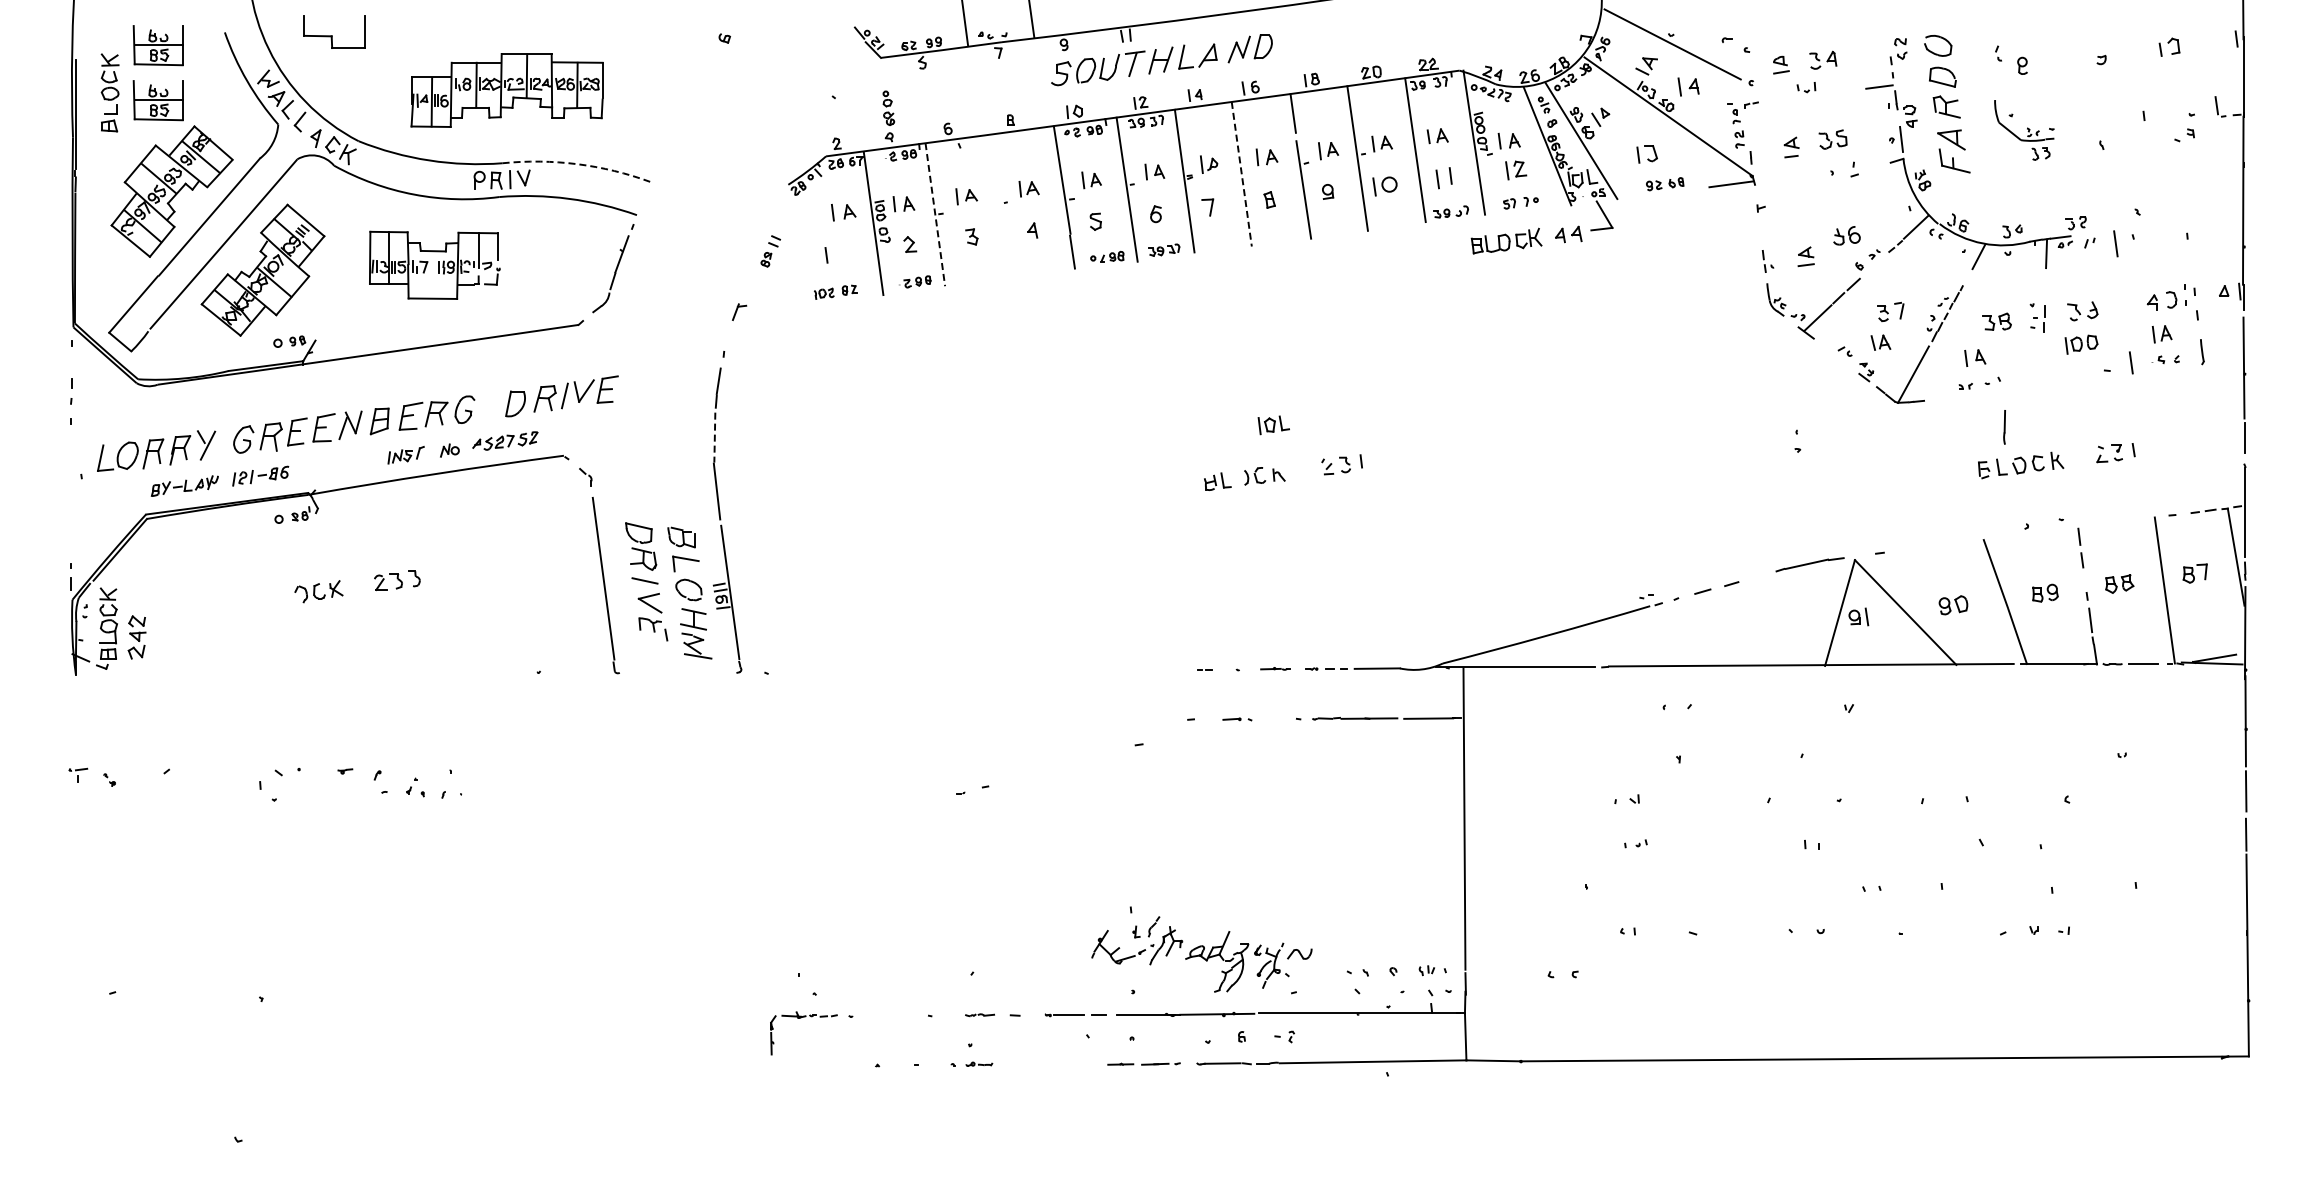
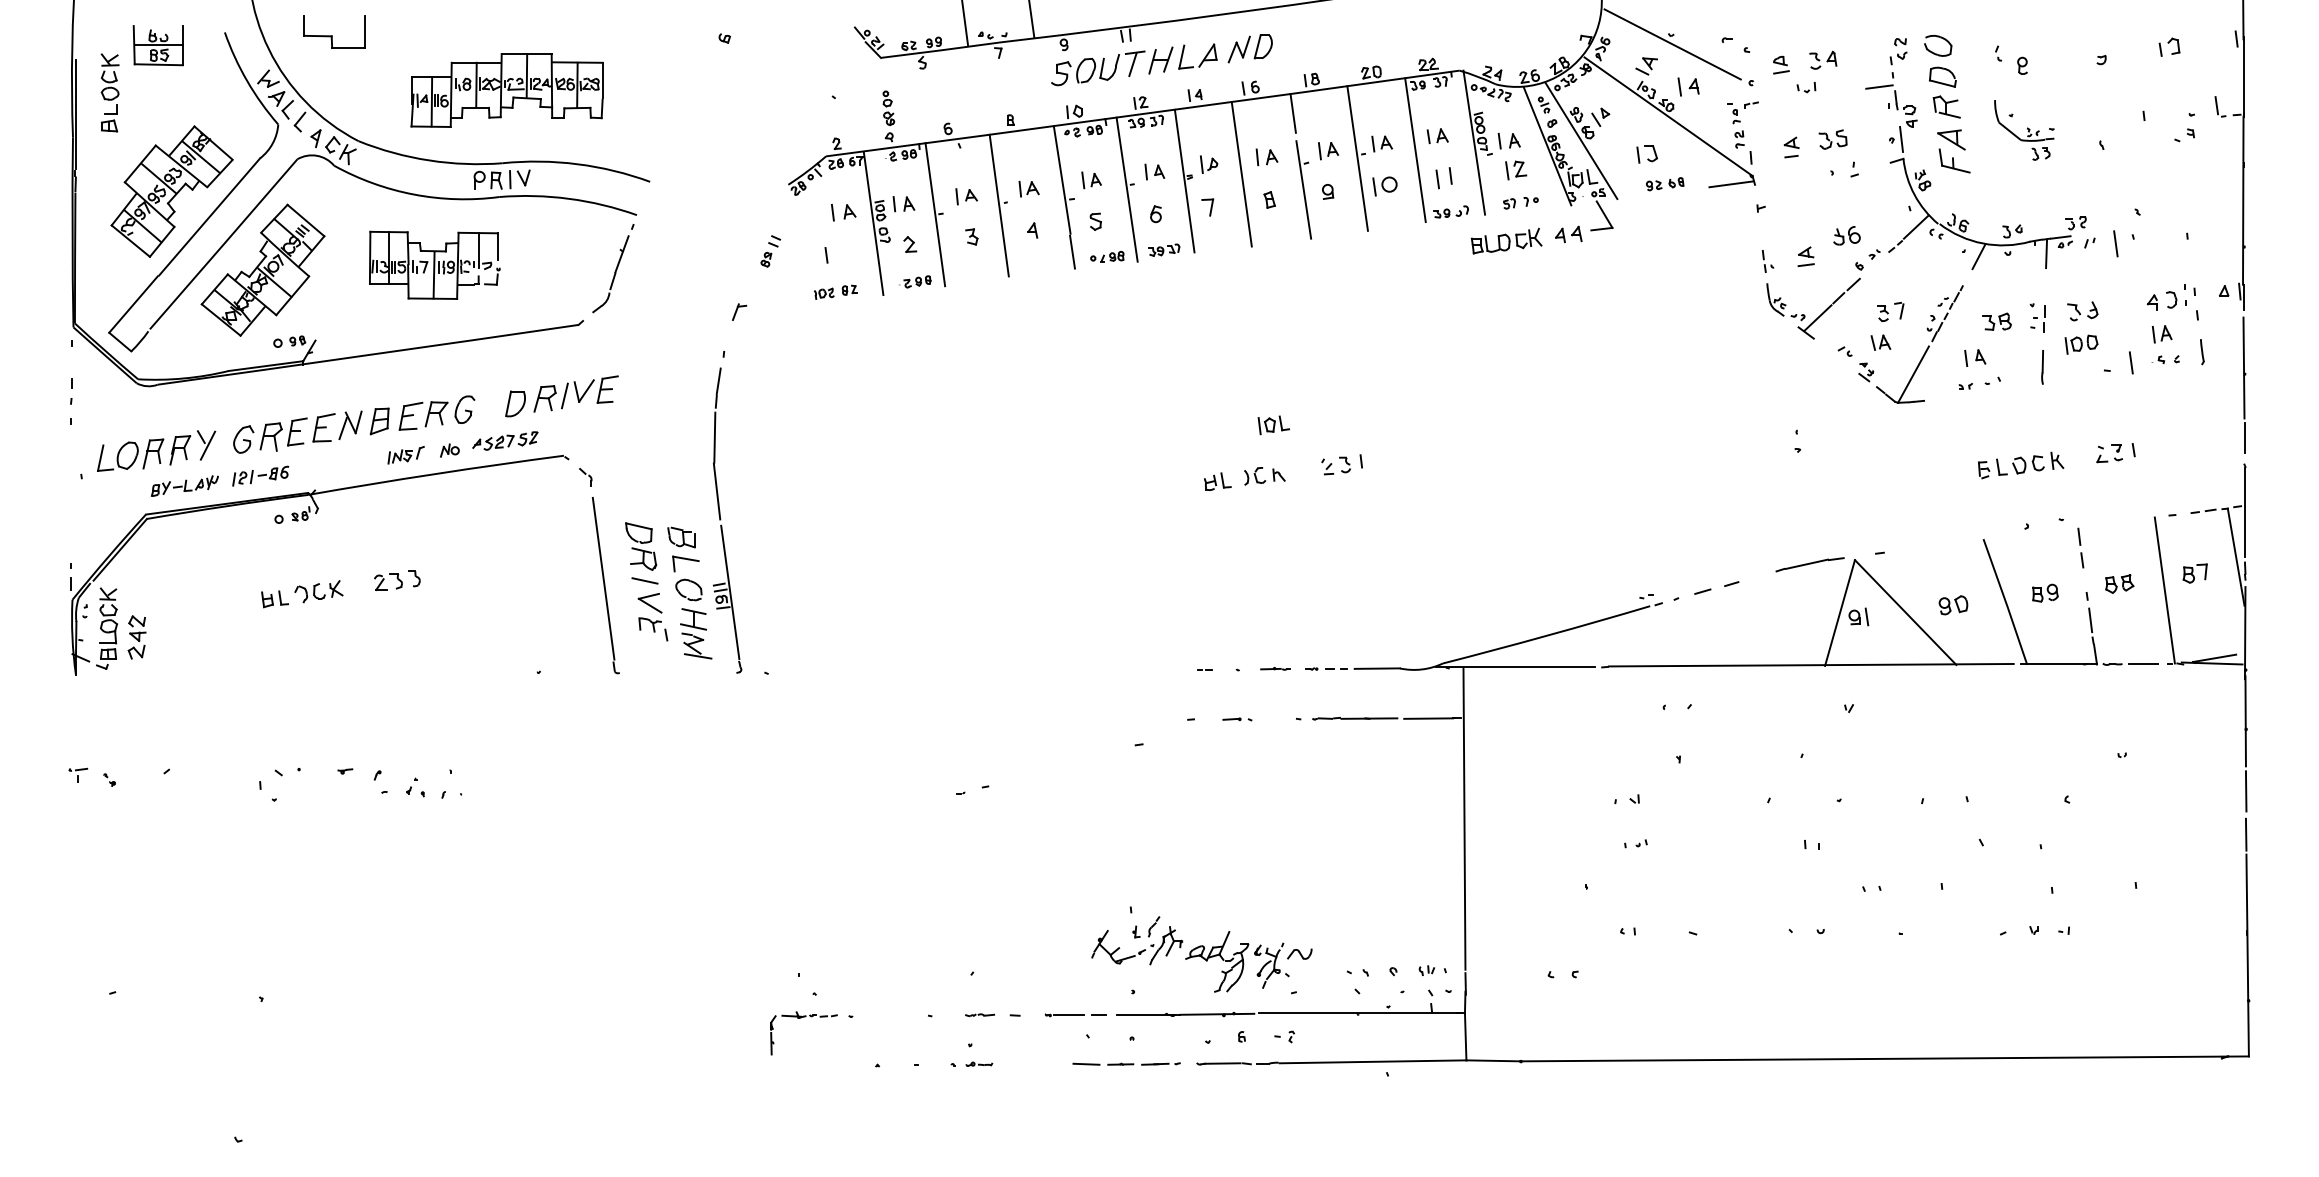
part at (157, 100): present -> none
arc at (577, 164): dashed -> solid
line at (1241, 174): dashed -> solid
line at (998, 205): none -> present
line at (935, 215): dashed -> solid
line at (433, 274): none -> present
line at (2004, 427) position: (2004, 427) -> (2042, 367)
line at (714, 437): dashed -> solid
part at (274, 599): none -> present
line at (1086, 1063): none -> present
